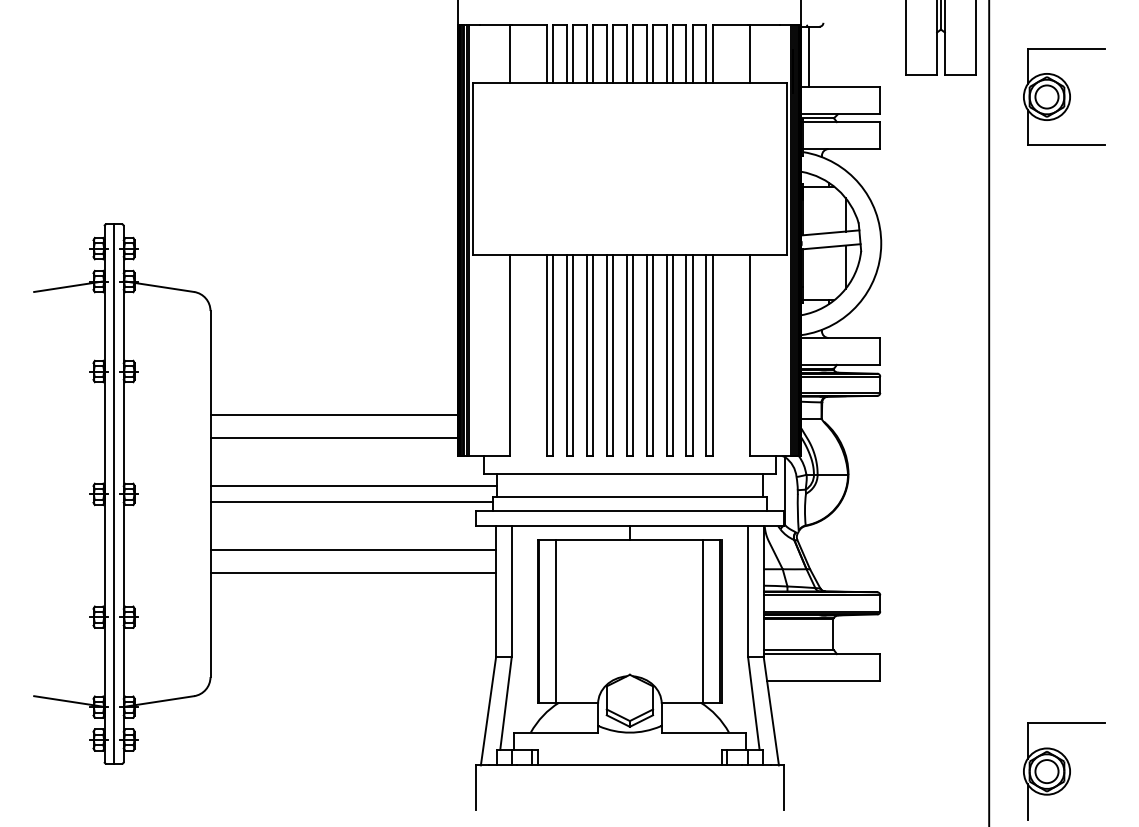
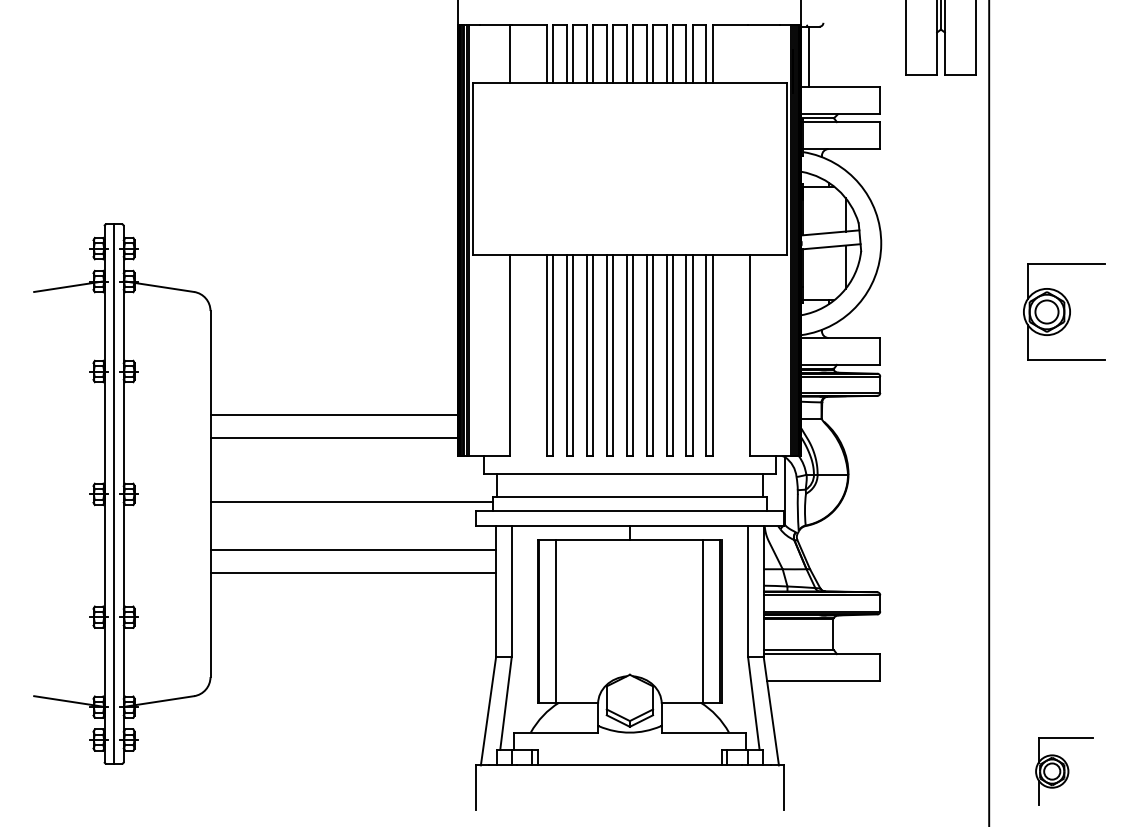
line at (750, 54): present -> none
part at (1064, 96) position: (1064, 96) -> (1064, 311)
line at (353, 486): present -> none
part at (1064, 771) size: 83x99 px -> 59x69 px
